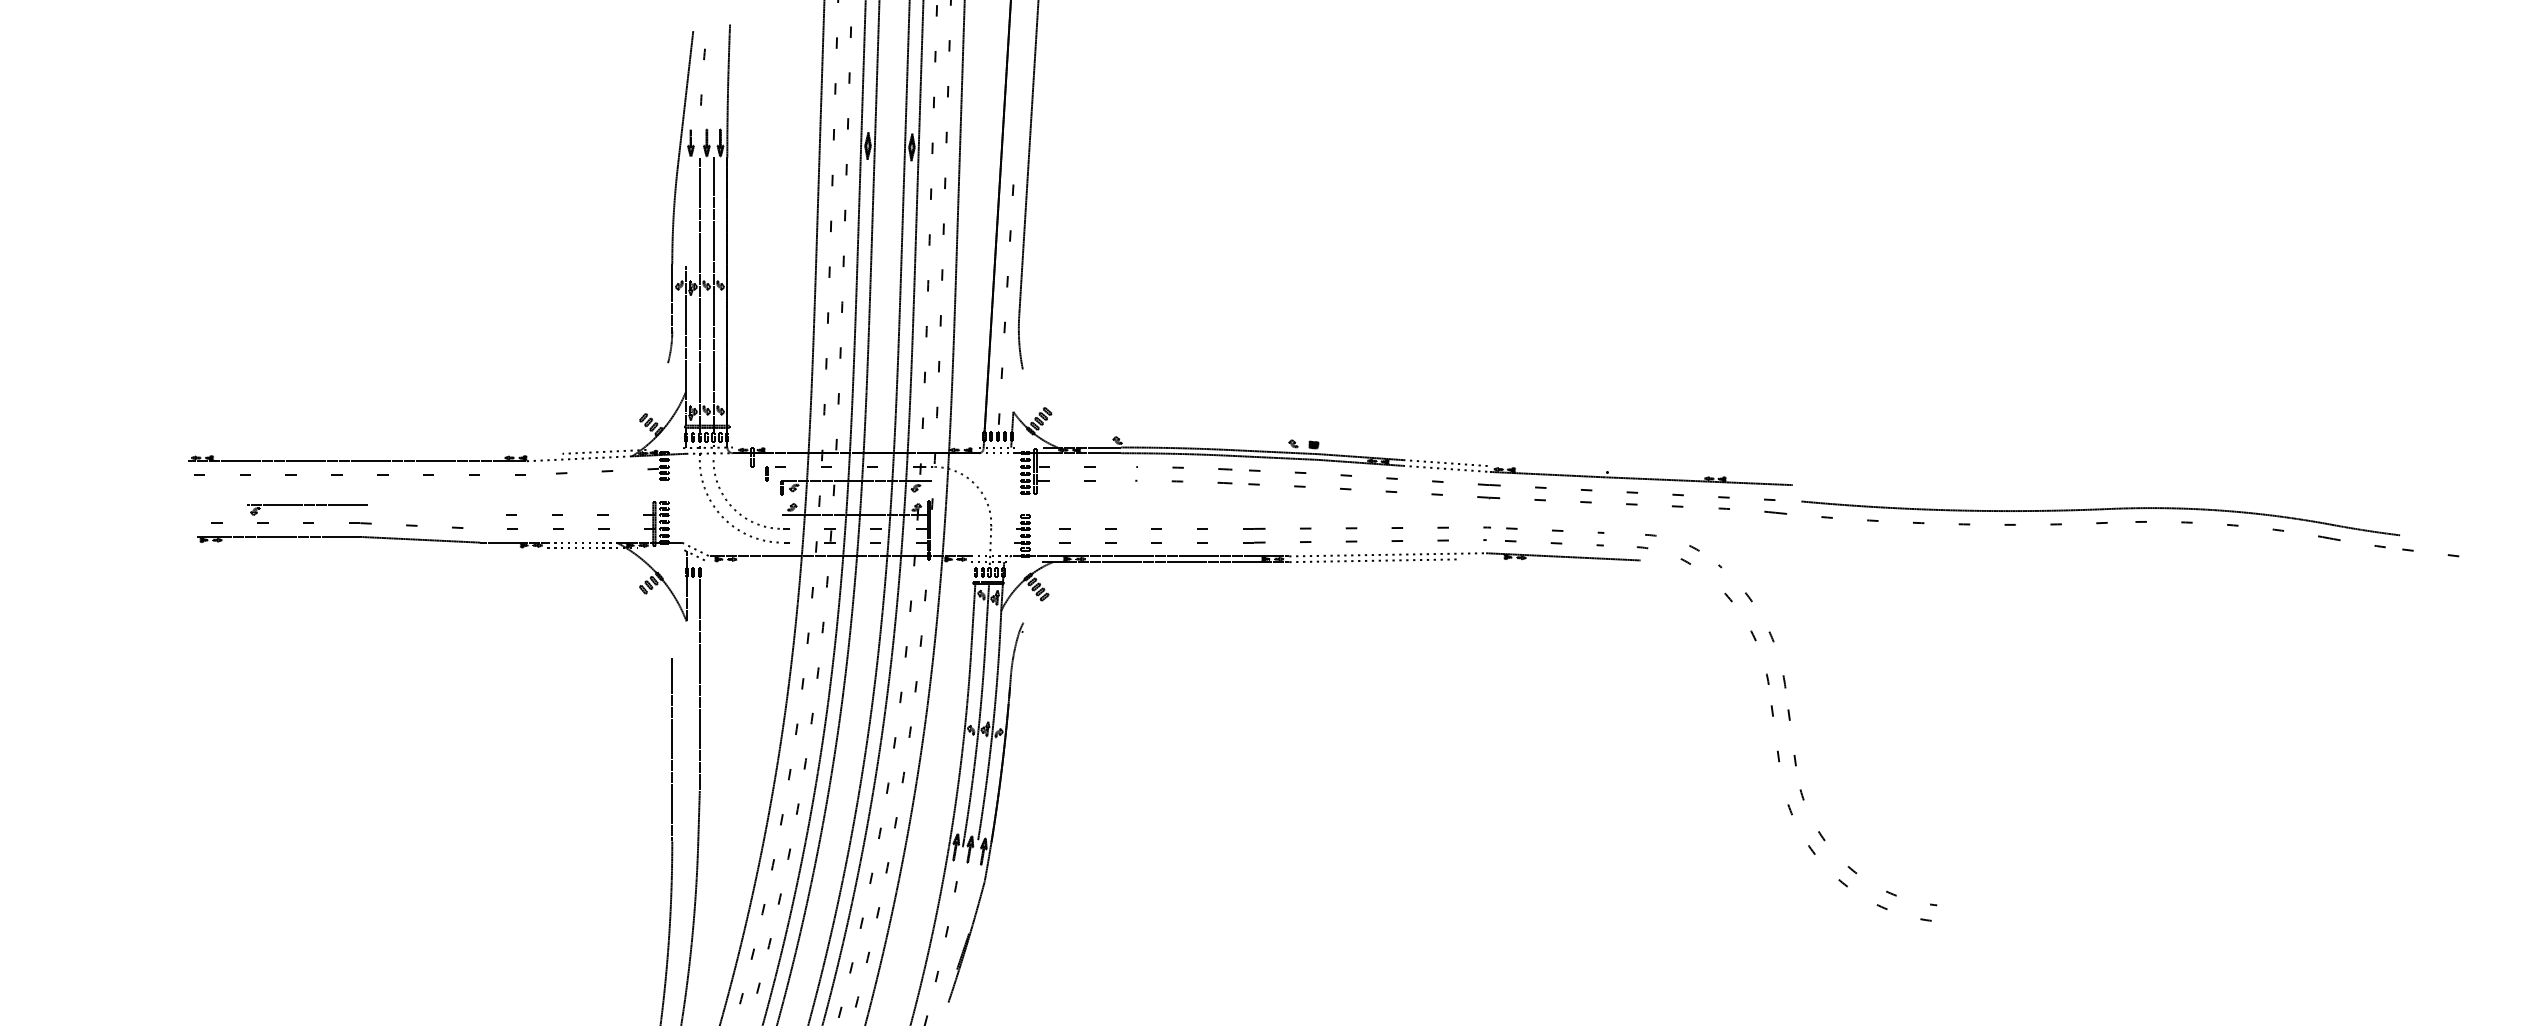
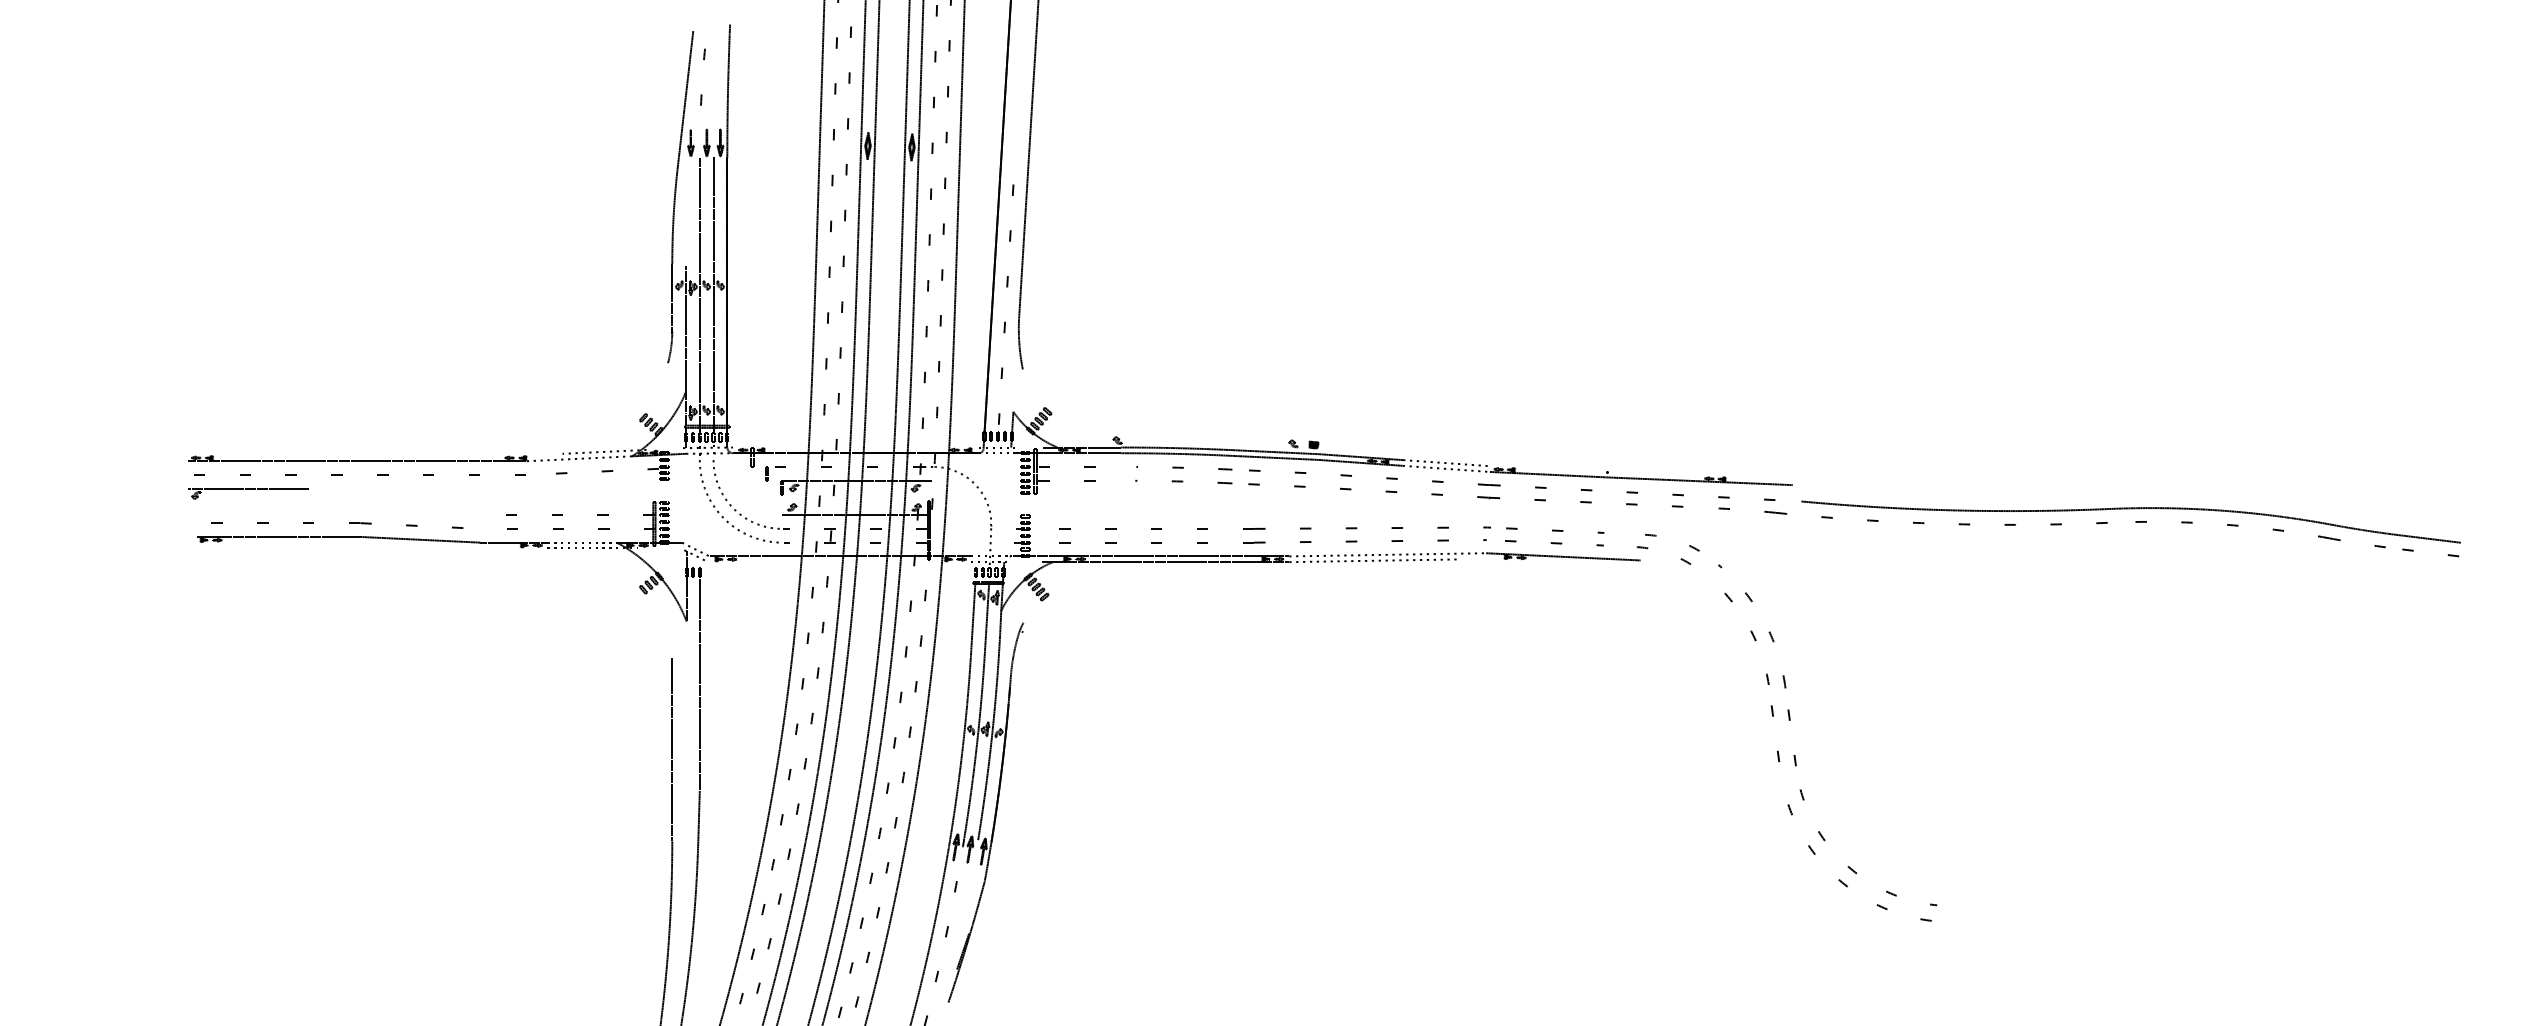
part at (307, 509) position: (307, 509) -> (248, 493)
line at (2430, 538): none -> present
